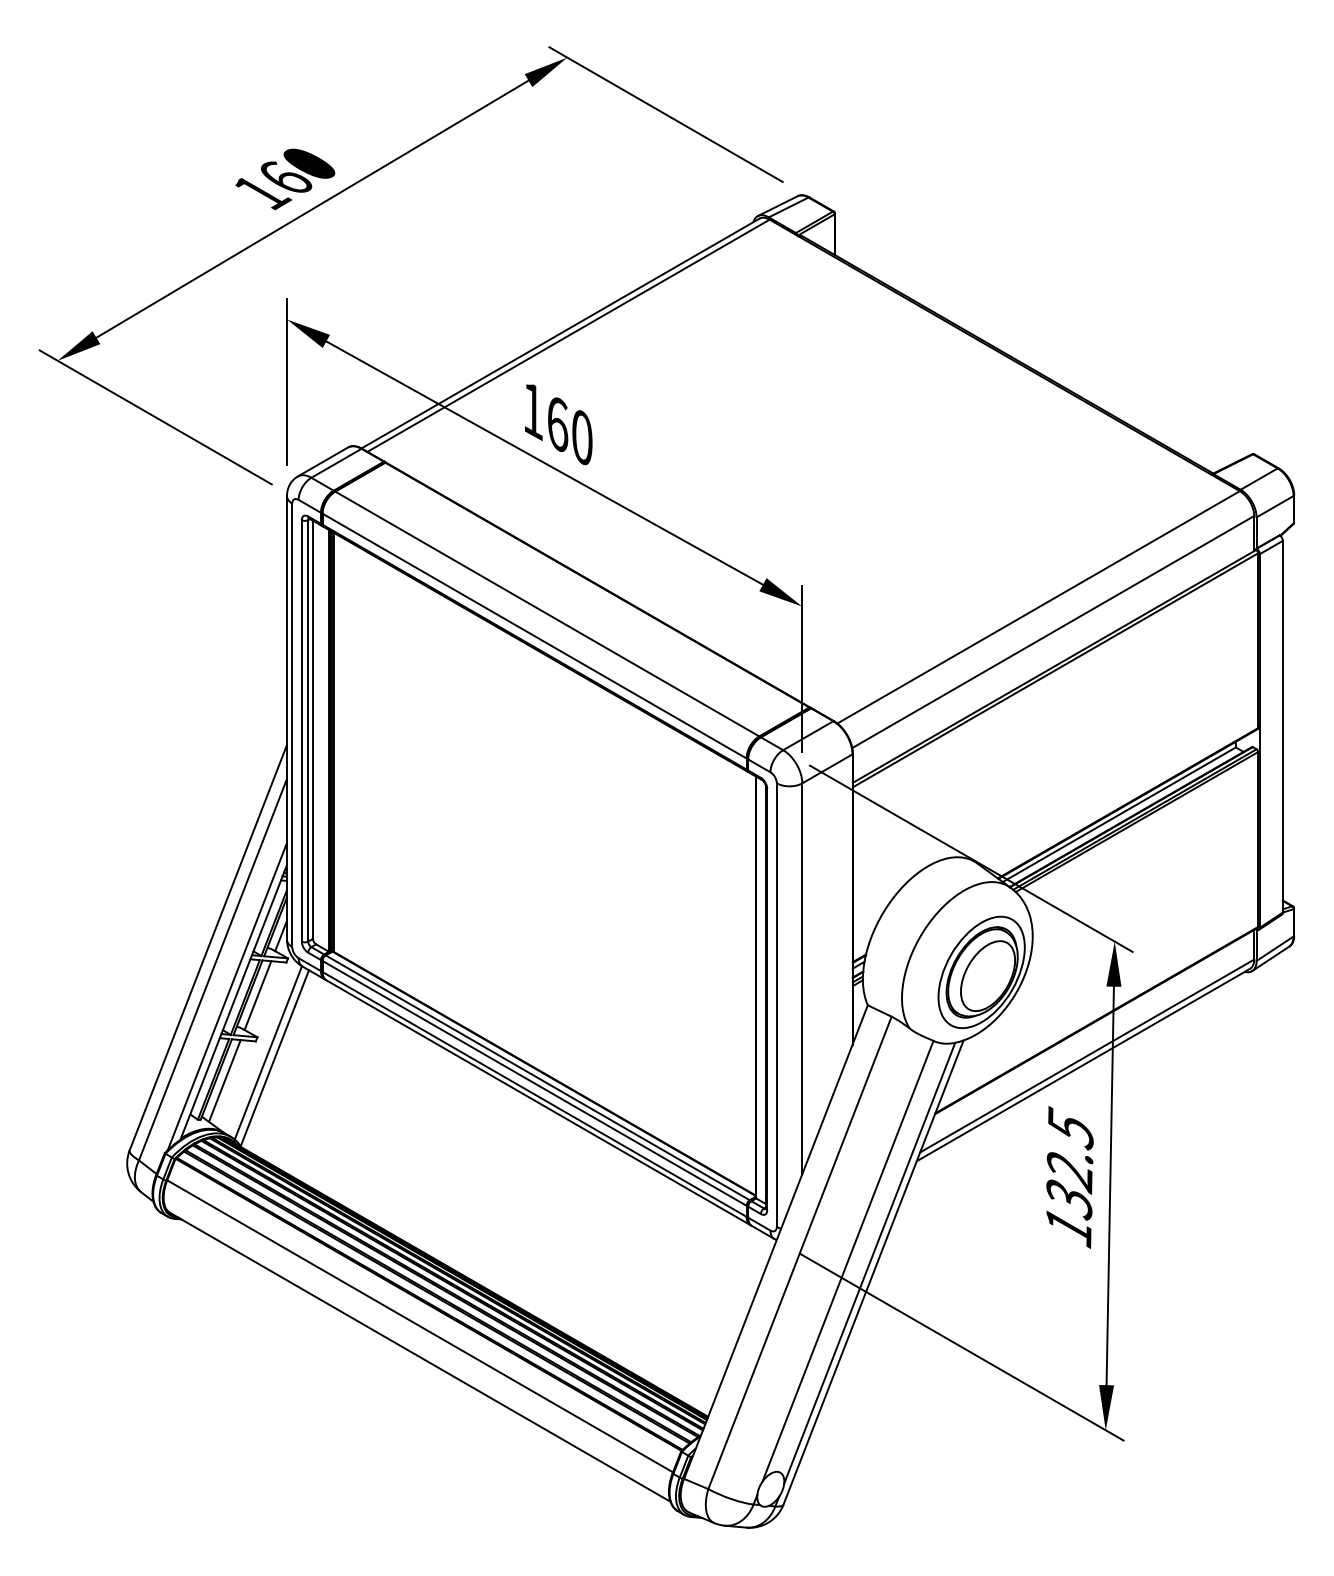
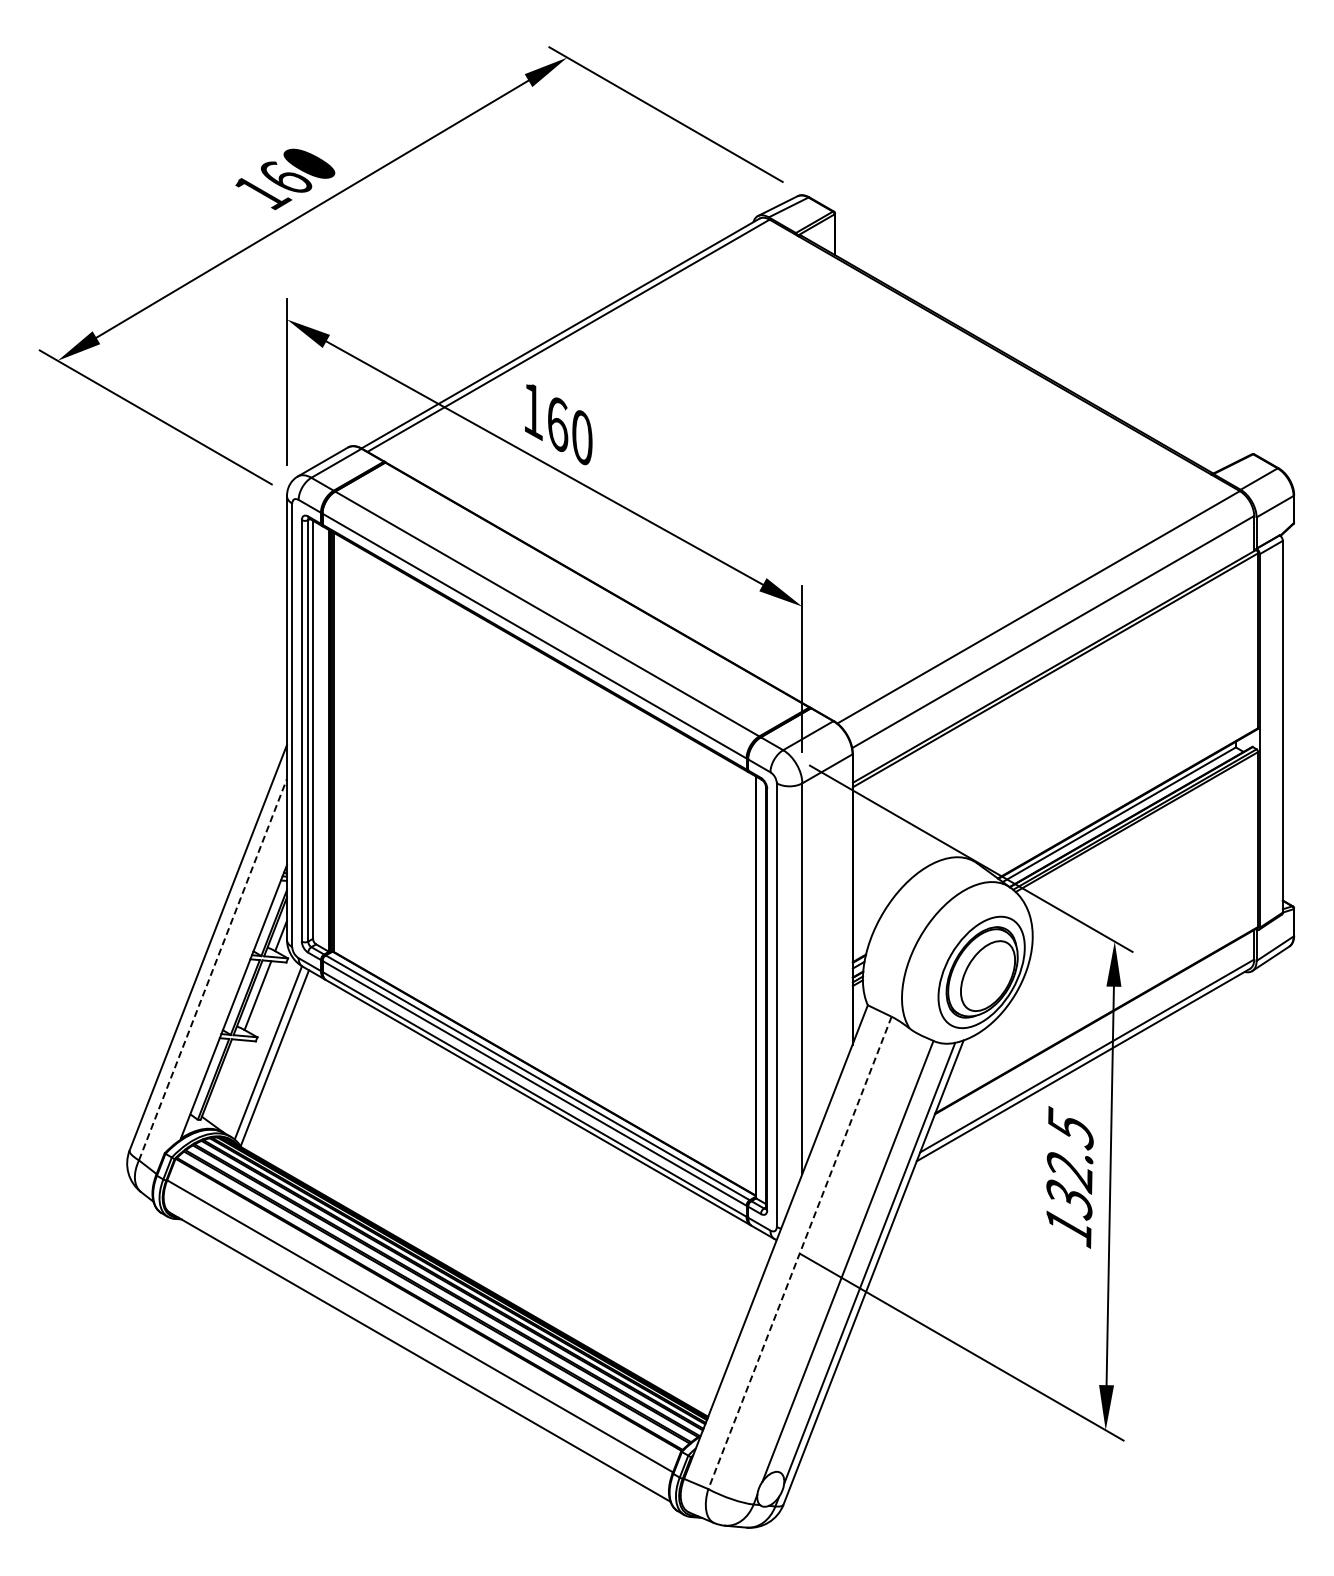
line at (213, 969): solid -> dashed
line at (226, 996): present -> none
line at (224, 1080): present -> none
line at (799, 1253): solid -> dashed
